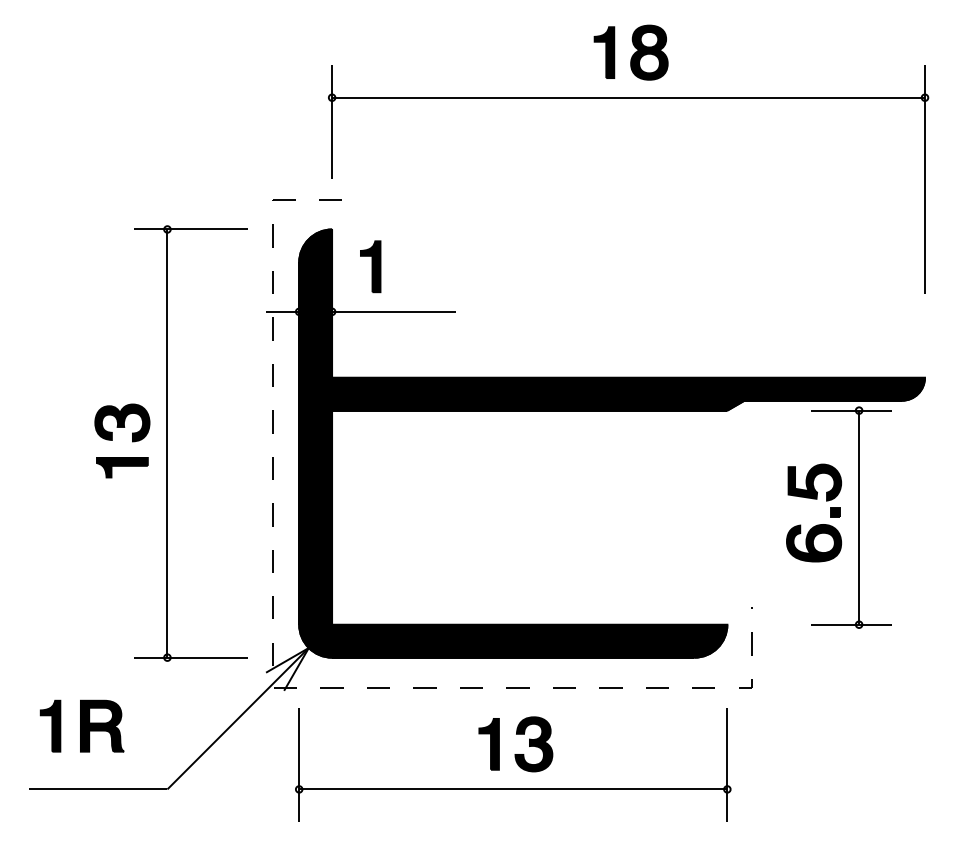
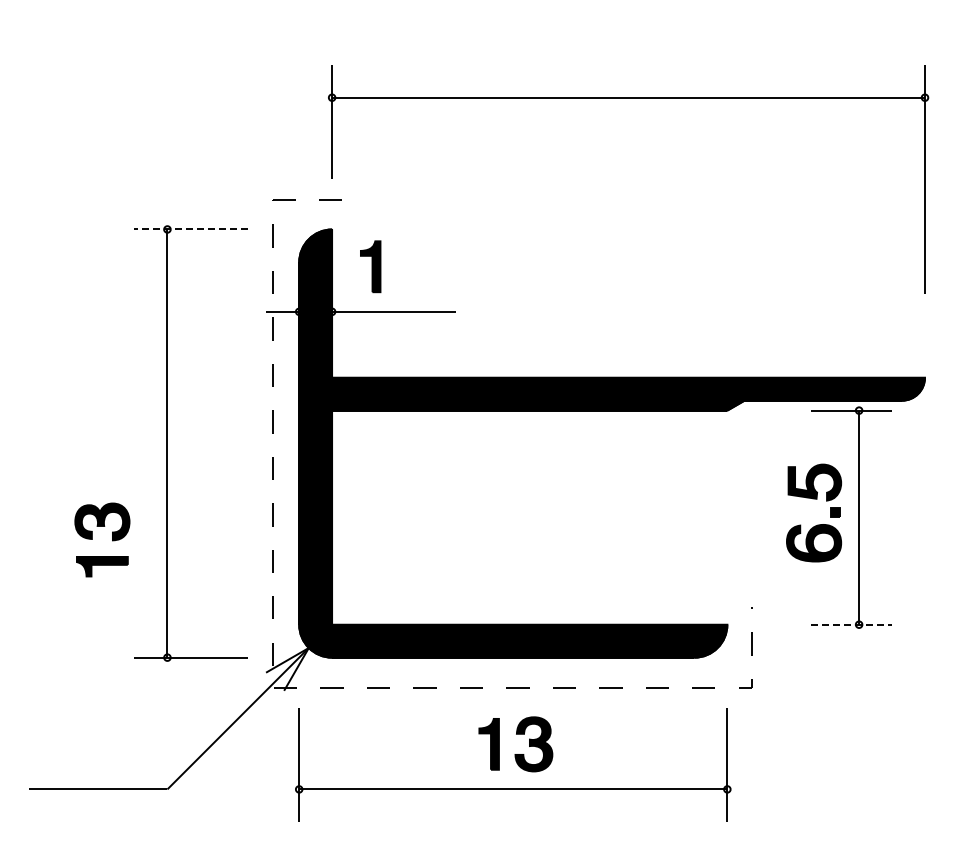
part at (630, 52): present -> none
line at (191, 229): solid -> dashed
part at (112, 440) position: (112, 440) -> (92, 539)
line at (852, 624): solid -> dashed
part at (81, 725): present -> none
